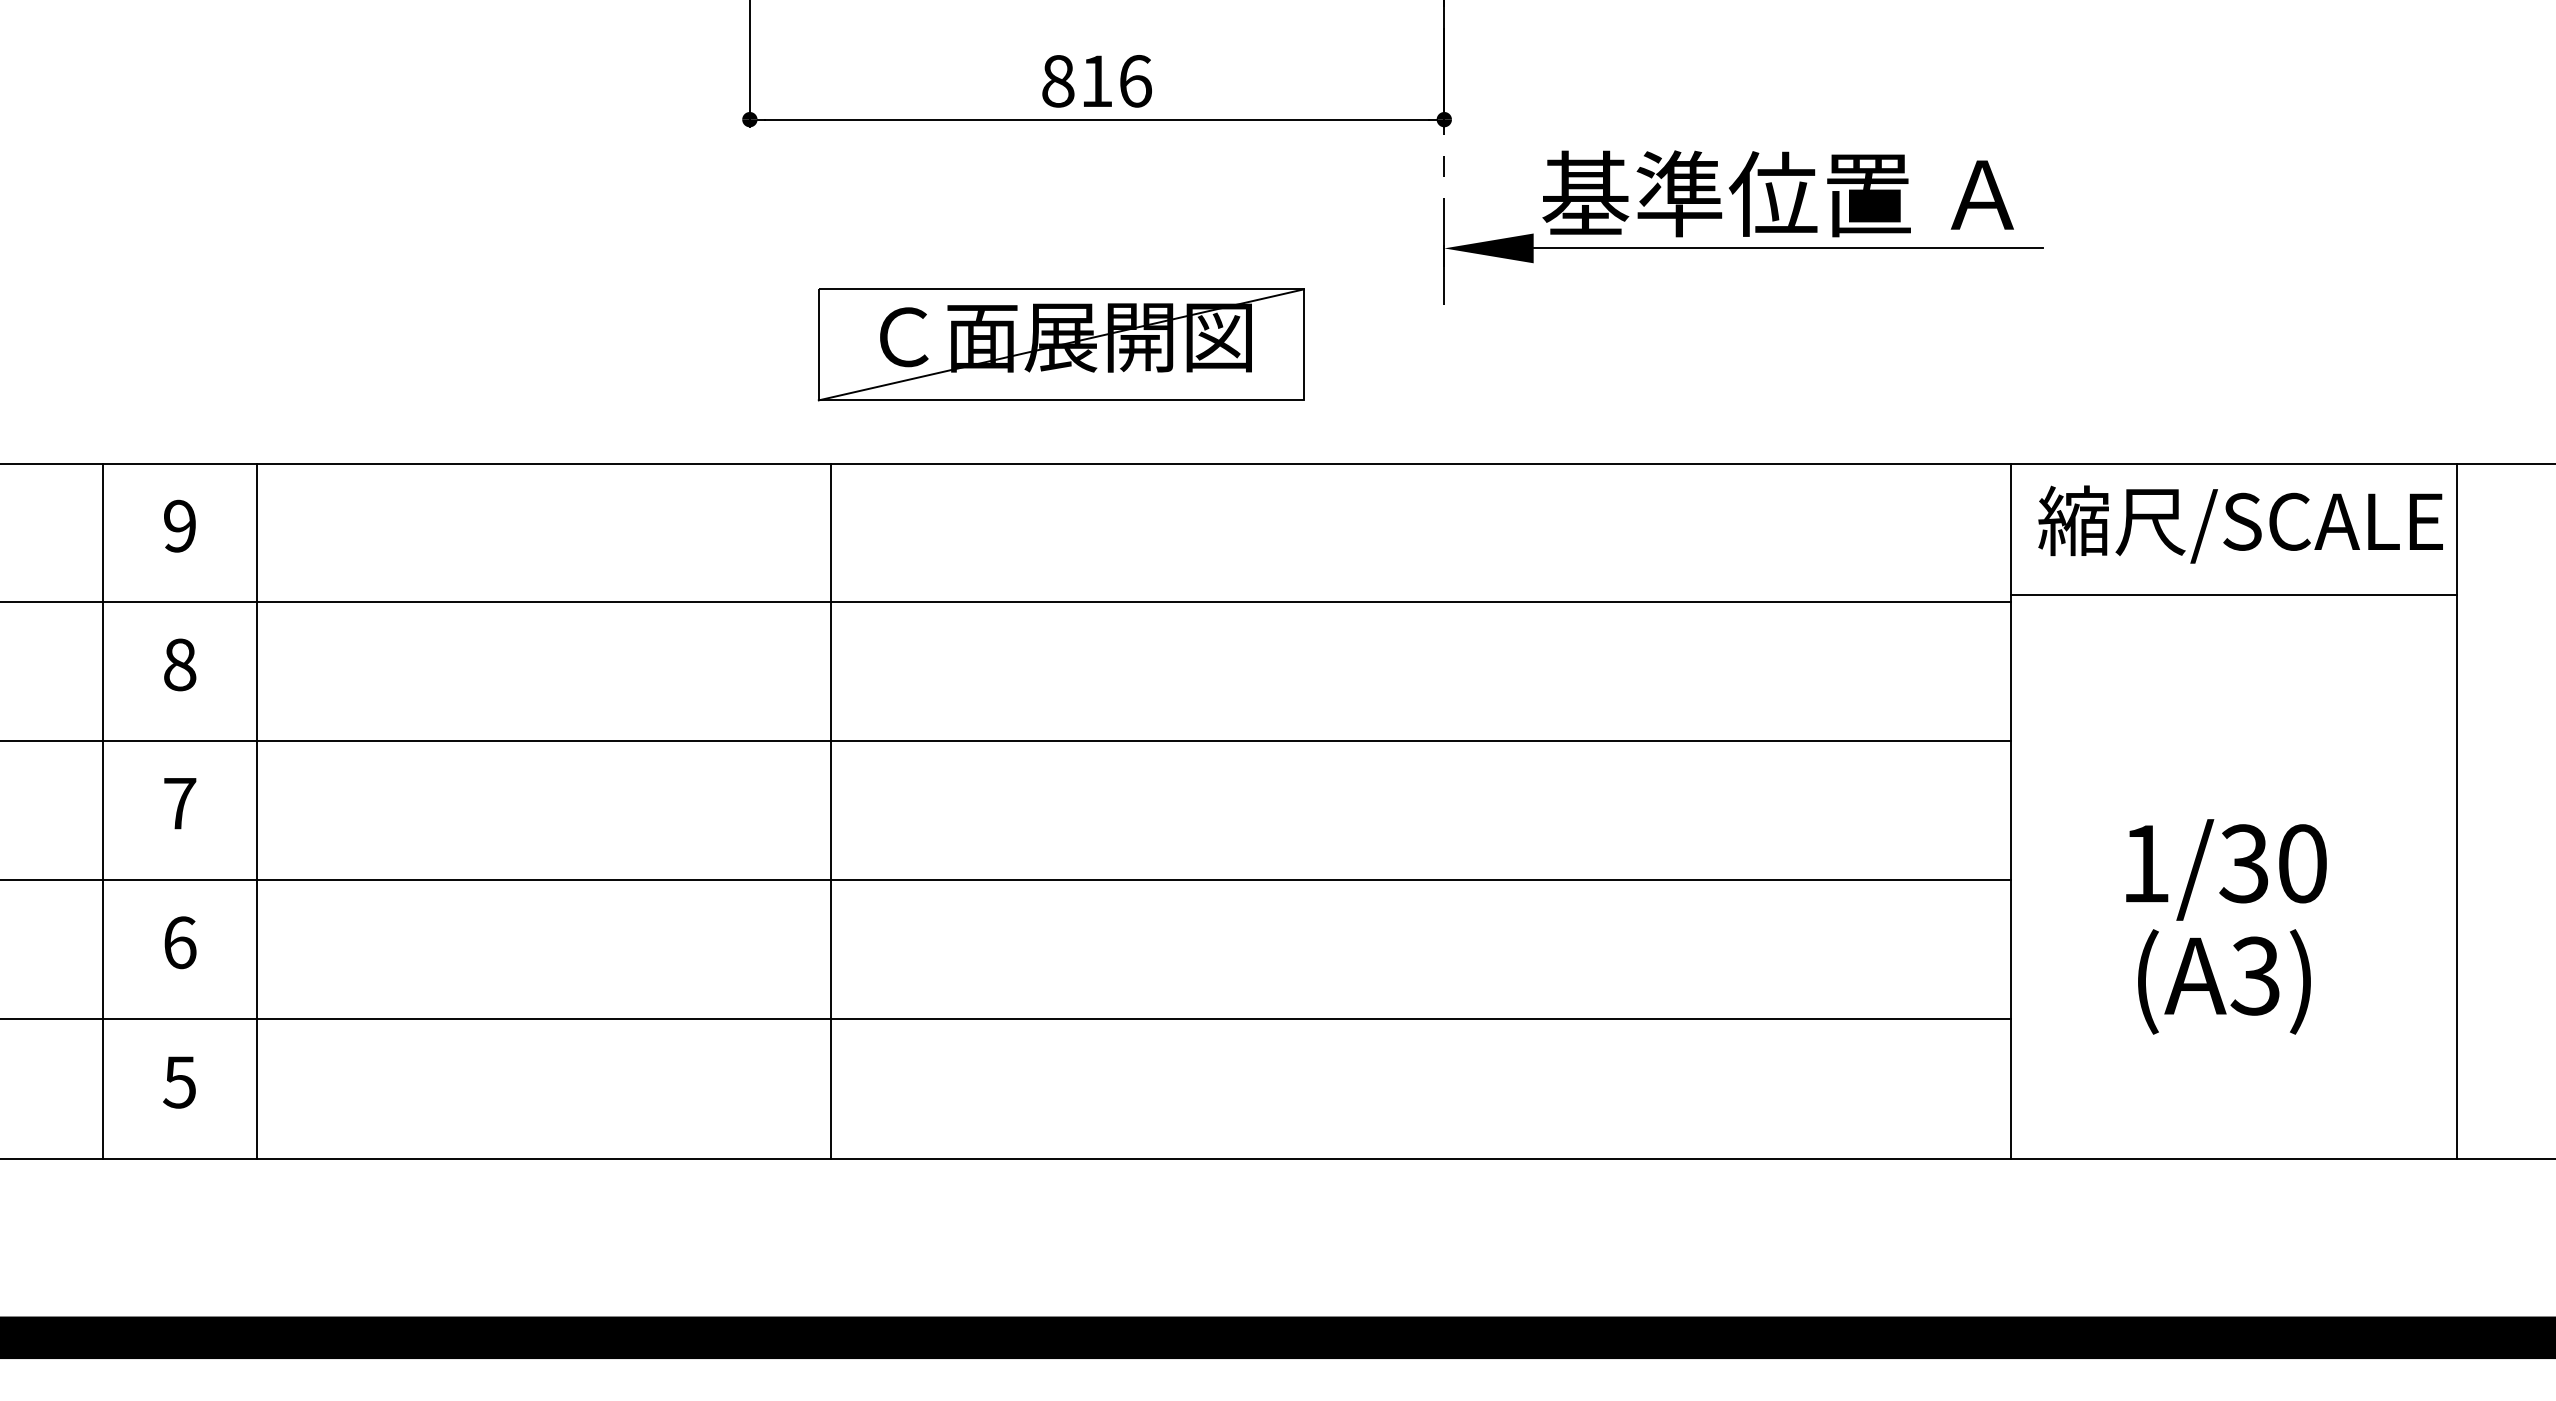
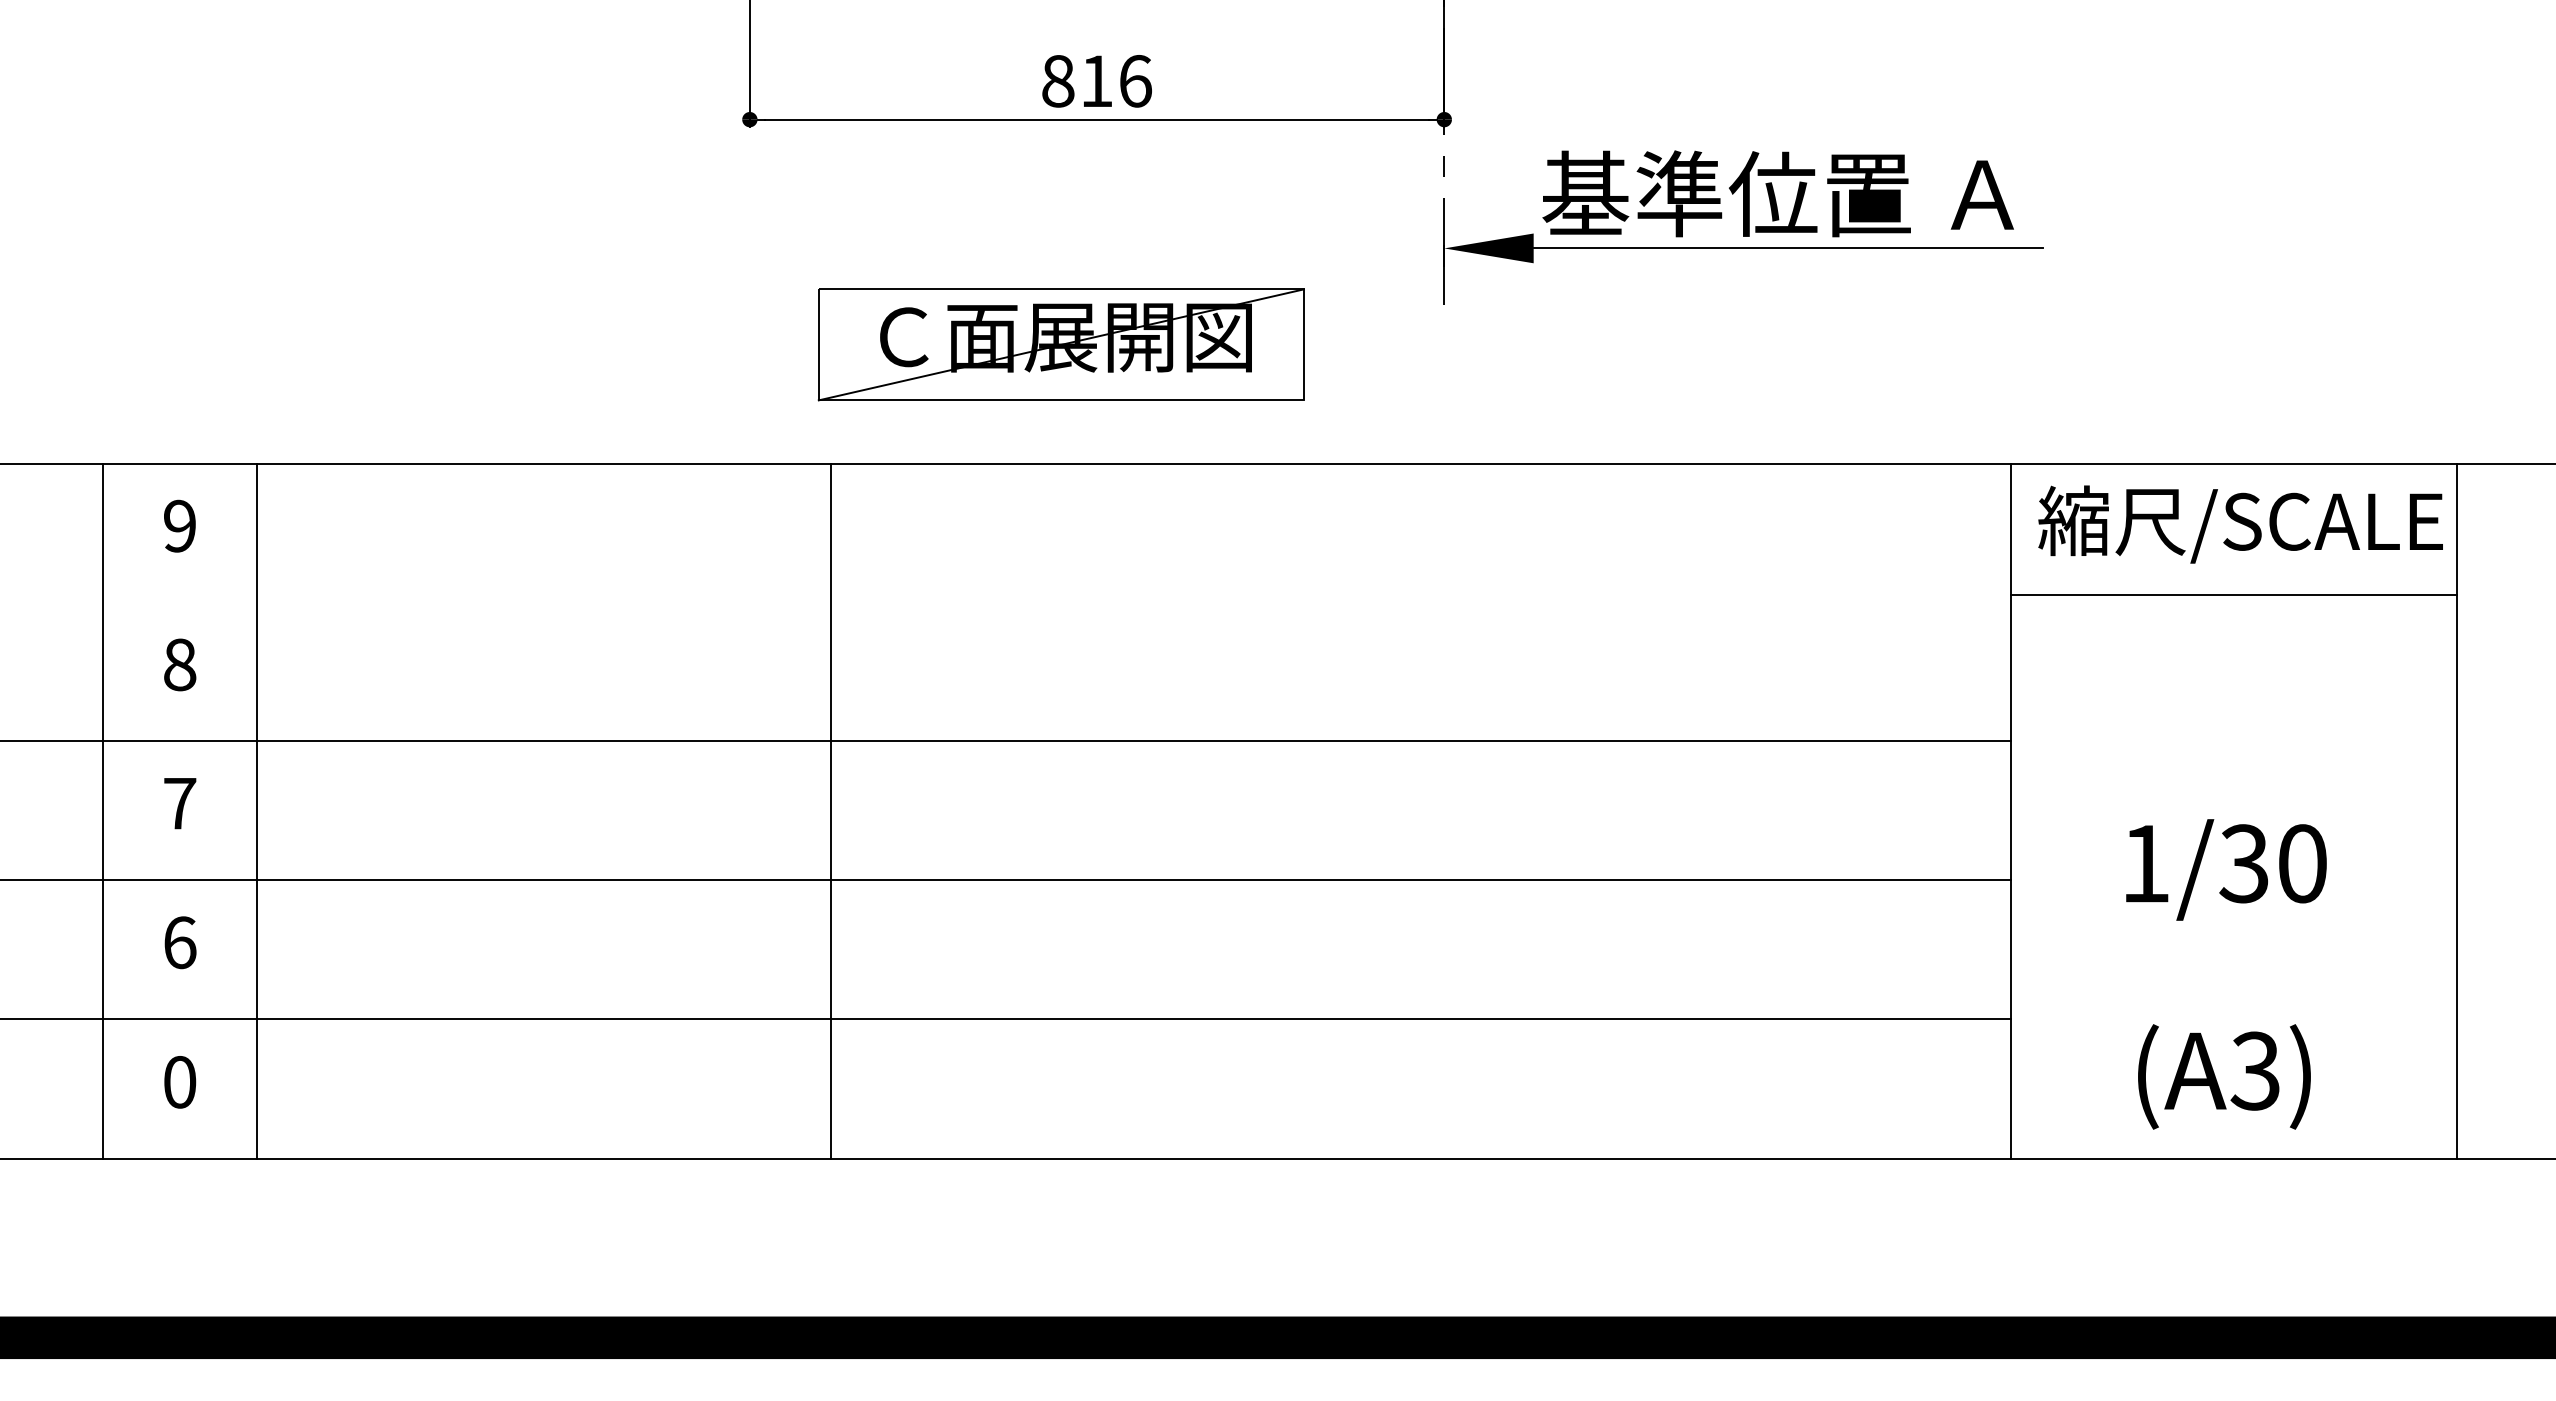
line at (1006, 602): present -> none
text at (2224, 981) position: (2224, 981) -> (2224, 1076)
text at (179, 1082): 5 -> 0
